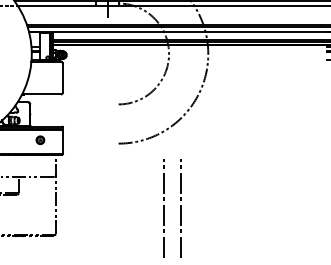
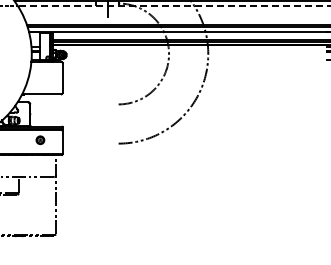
line at (173, 5): solid -> dashed
line at (163, 207): present -> none
line at (180, 207): present -> none
